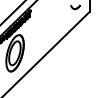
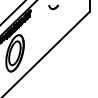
part at (75, 7) position: (75, 7) -> (53, 7)
